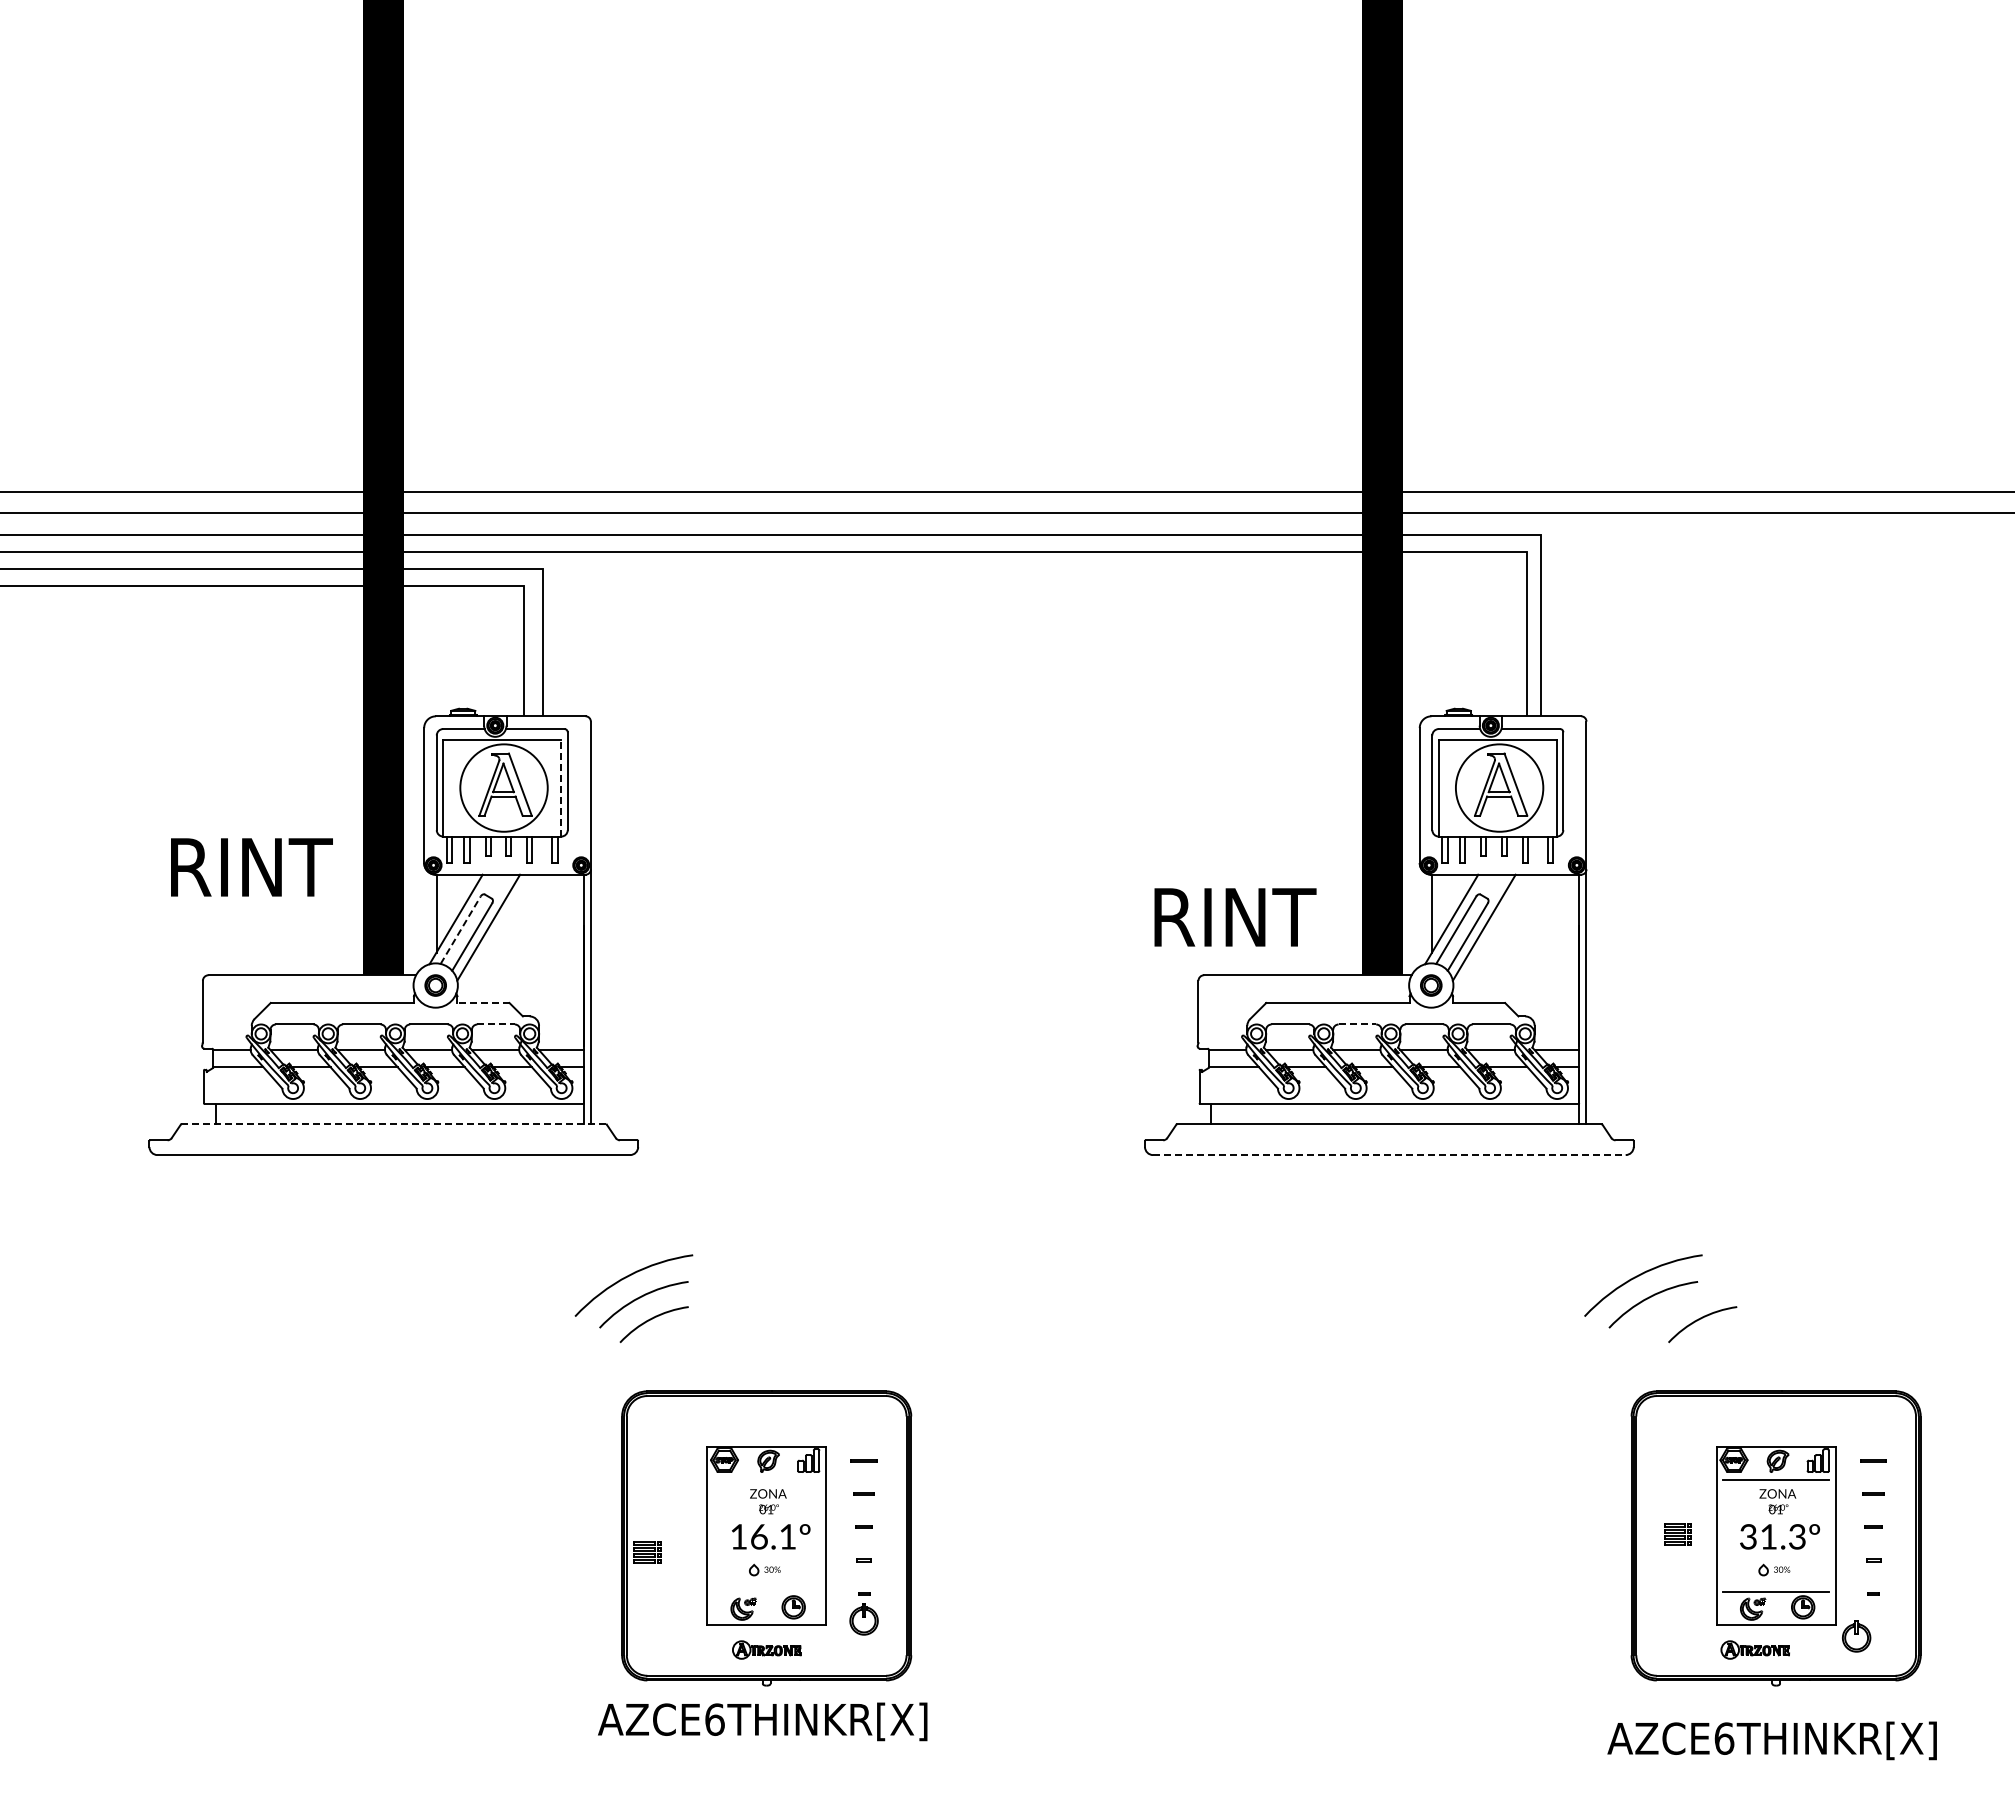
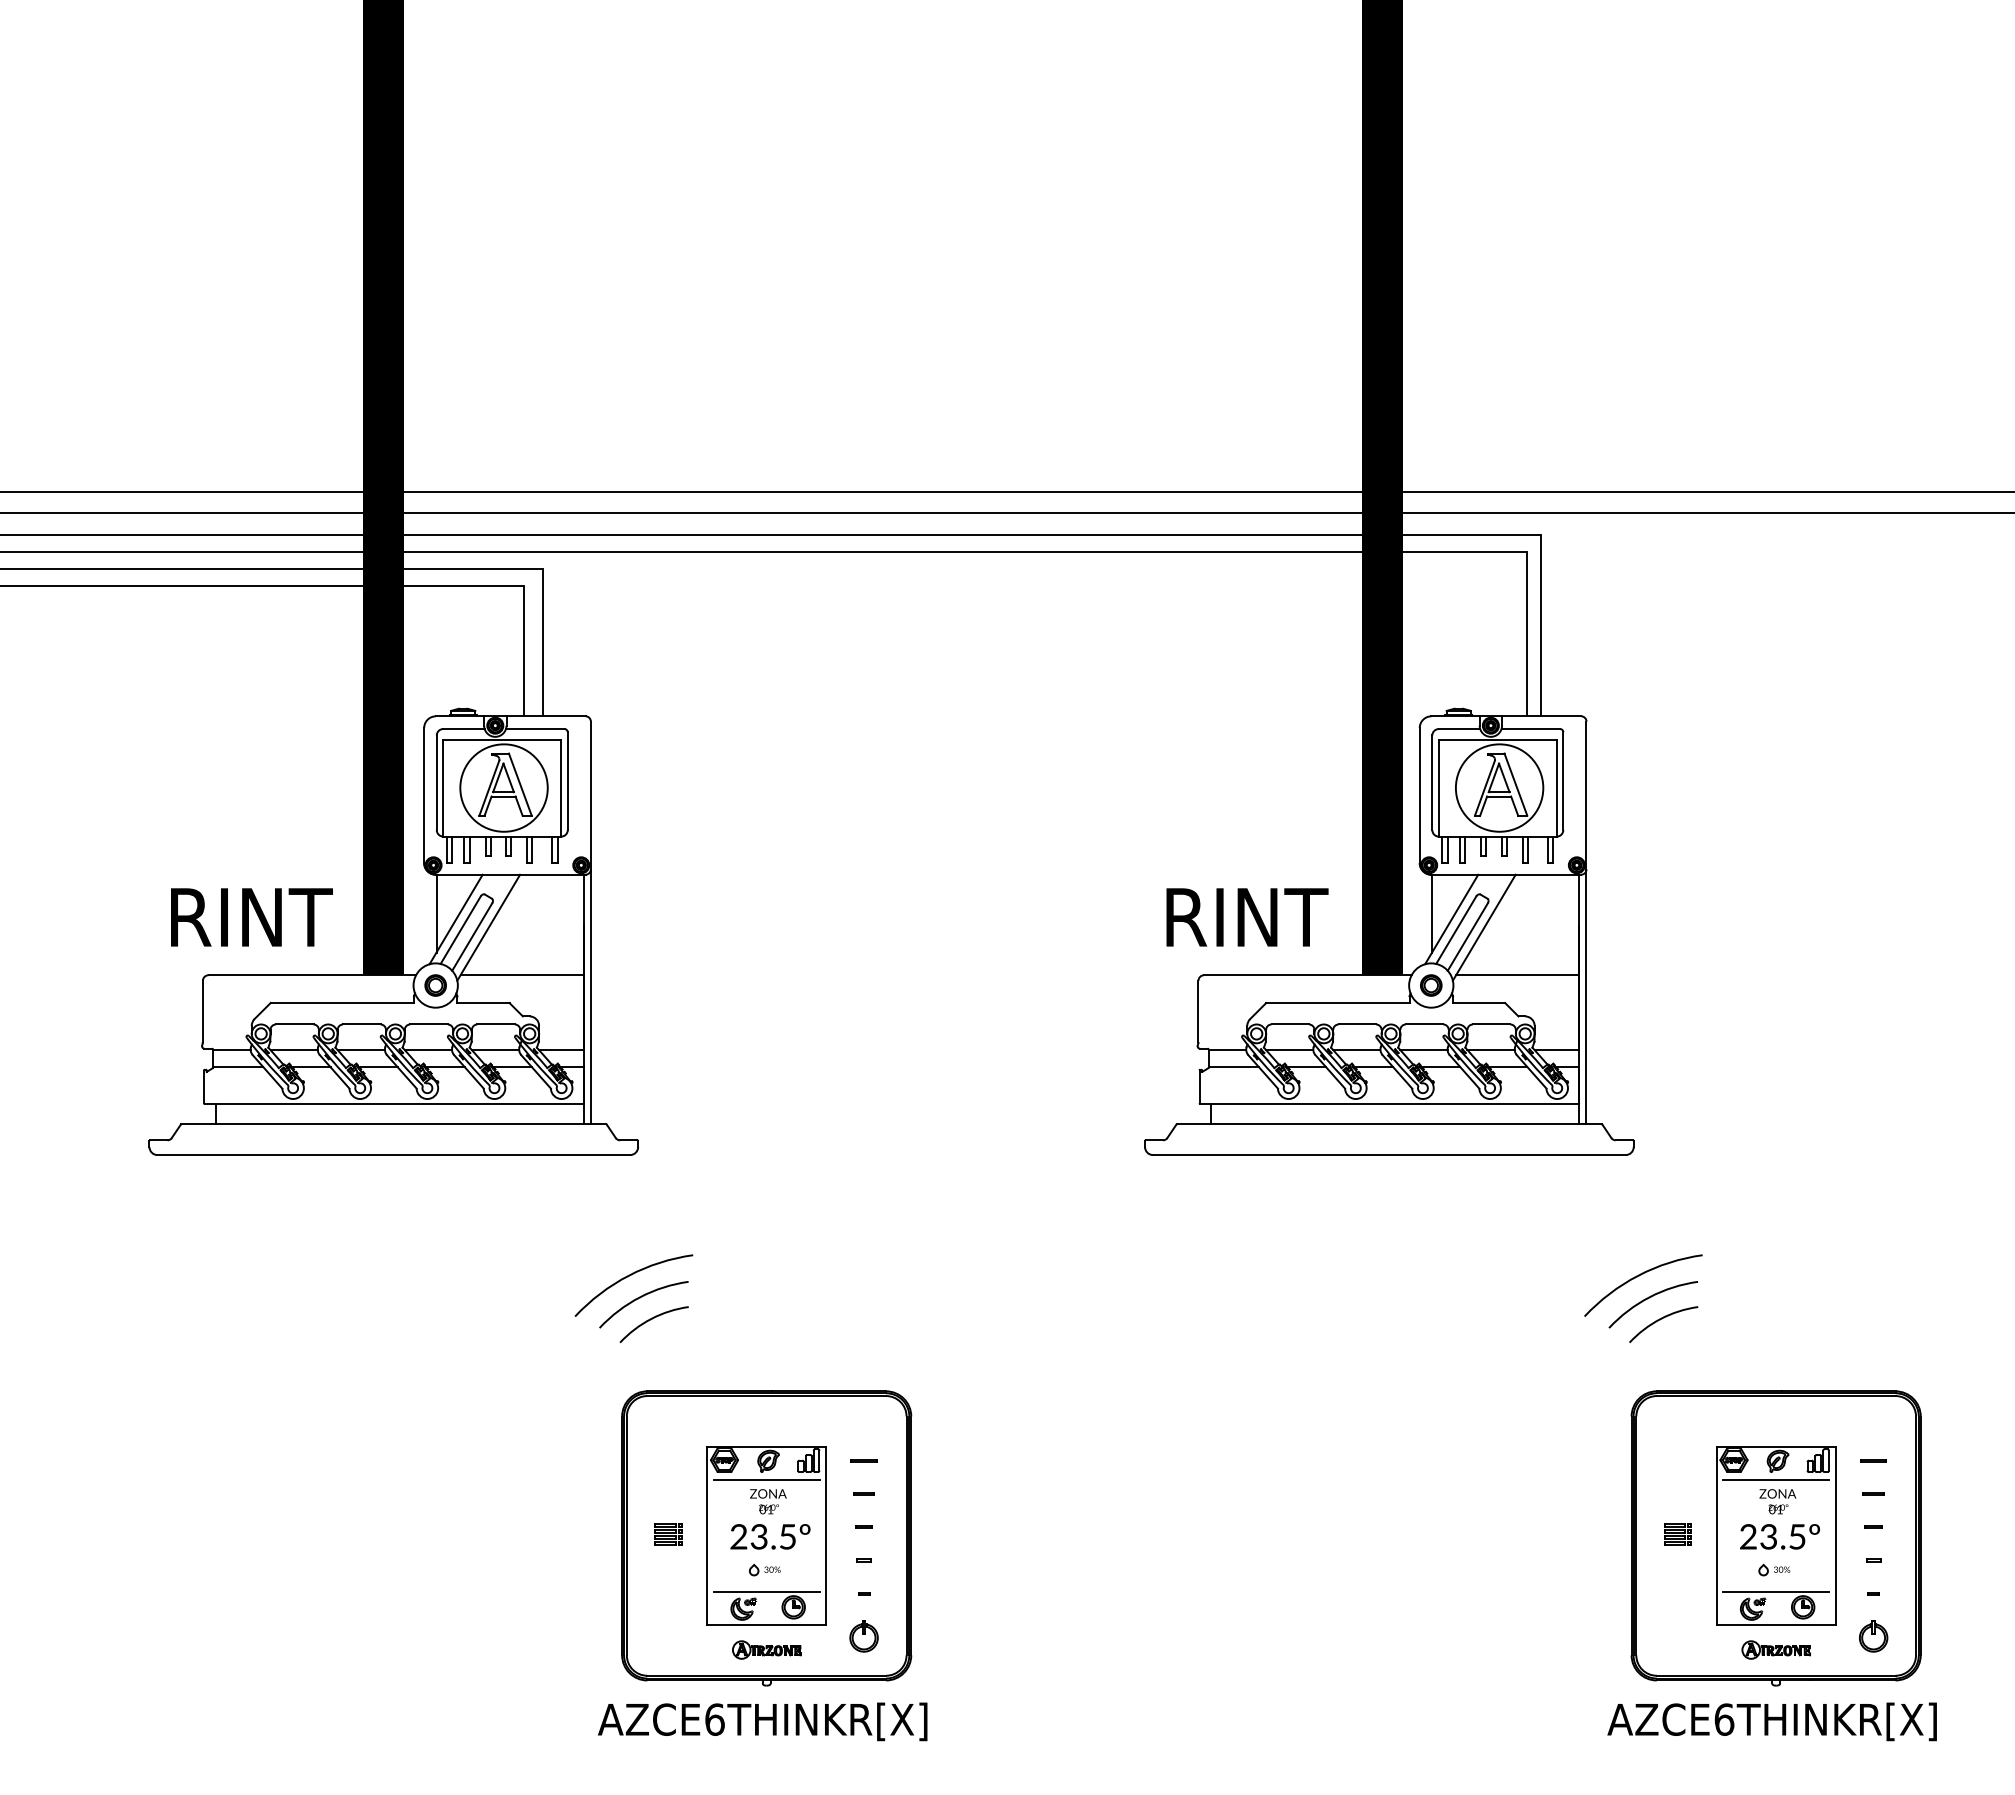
line at (561, 788): dashed -> solid
text at (251, 867) position: (251, 867) -> (251, 917)
text at (1235, 917) position: (1235, 917) -> (1247, 917)
line at (460, 929): dashed -> solid
line at (521, 975): none -> present
line at (1517, 975): none -> present
line at (483, 1003): dashed -> solid
line at (496, 1024): dashed -> solid
line at (1357, 1024): dashed -> solid
line at (393, 1124): dashed -> solid
line at (1389, 1155): dashed -> solid
arc at (1699, 1320) position: (1699, 1320) -> (1660, 1320)
line at (766, 1479): none -> present
text at (762, 1536): 16.1º -> 23.5º
text at (1772, 1536): 31.3º -> 23.5º
part at (647, 1552) position: (647, 1552) -> (668, 1534)
line at (766, 1592): none -> present
part at (863, 1619) position: (863, 1619) -> (863, 1636)
part at (1856, 1636) position: (1856, 1636) -> (1873, 1636)
part at (1754, 1649) position: (1754, 1649) -> (1775, 1649)
text at (1771, 1740) position: (1771, 1740) -> (1771, 1721)
